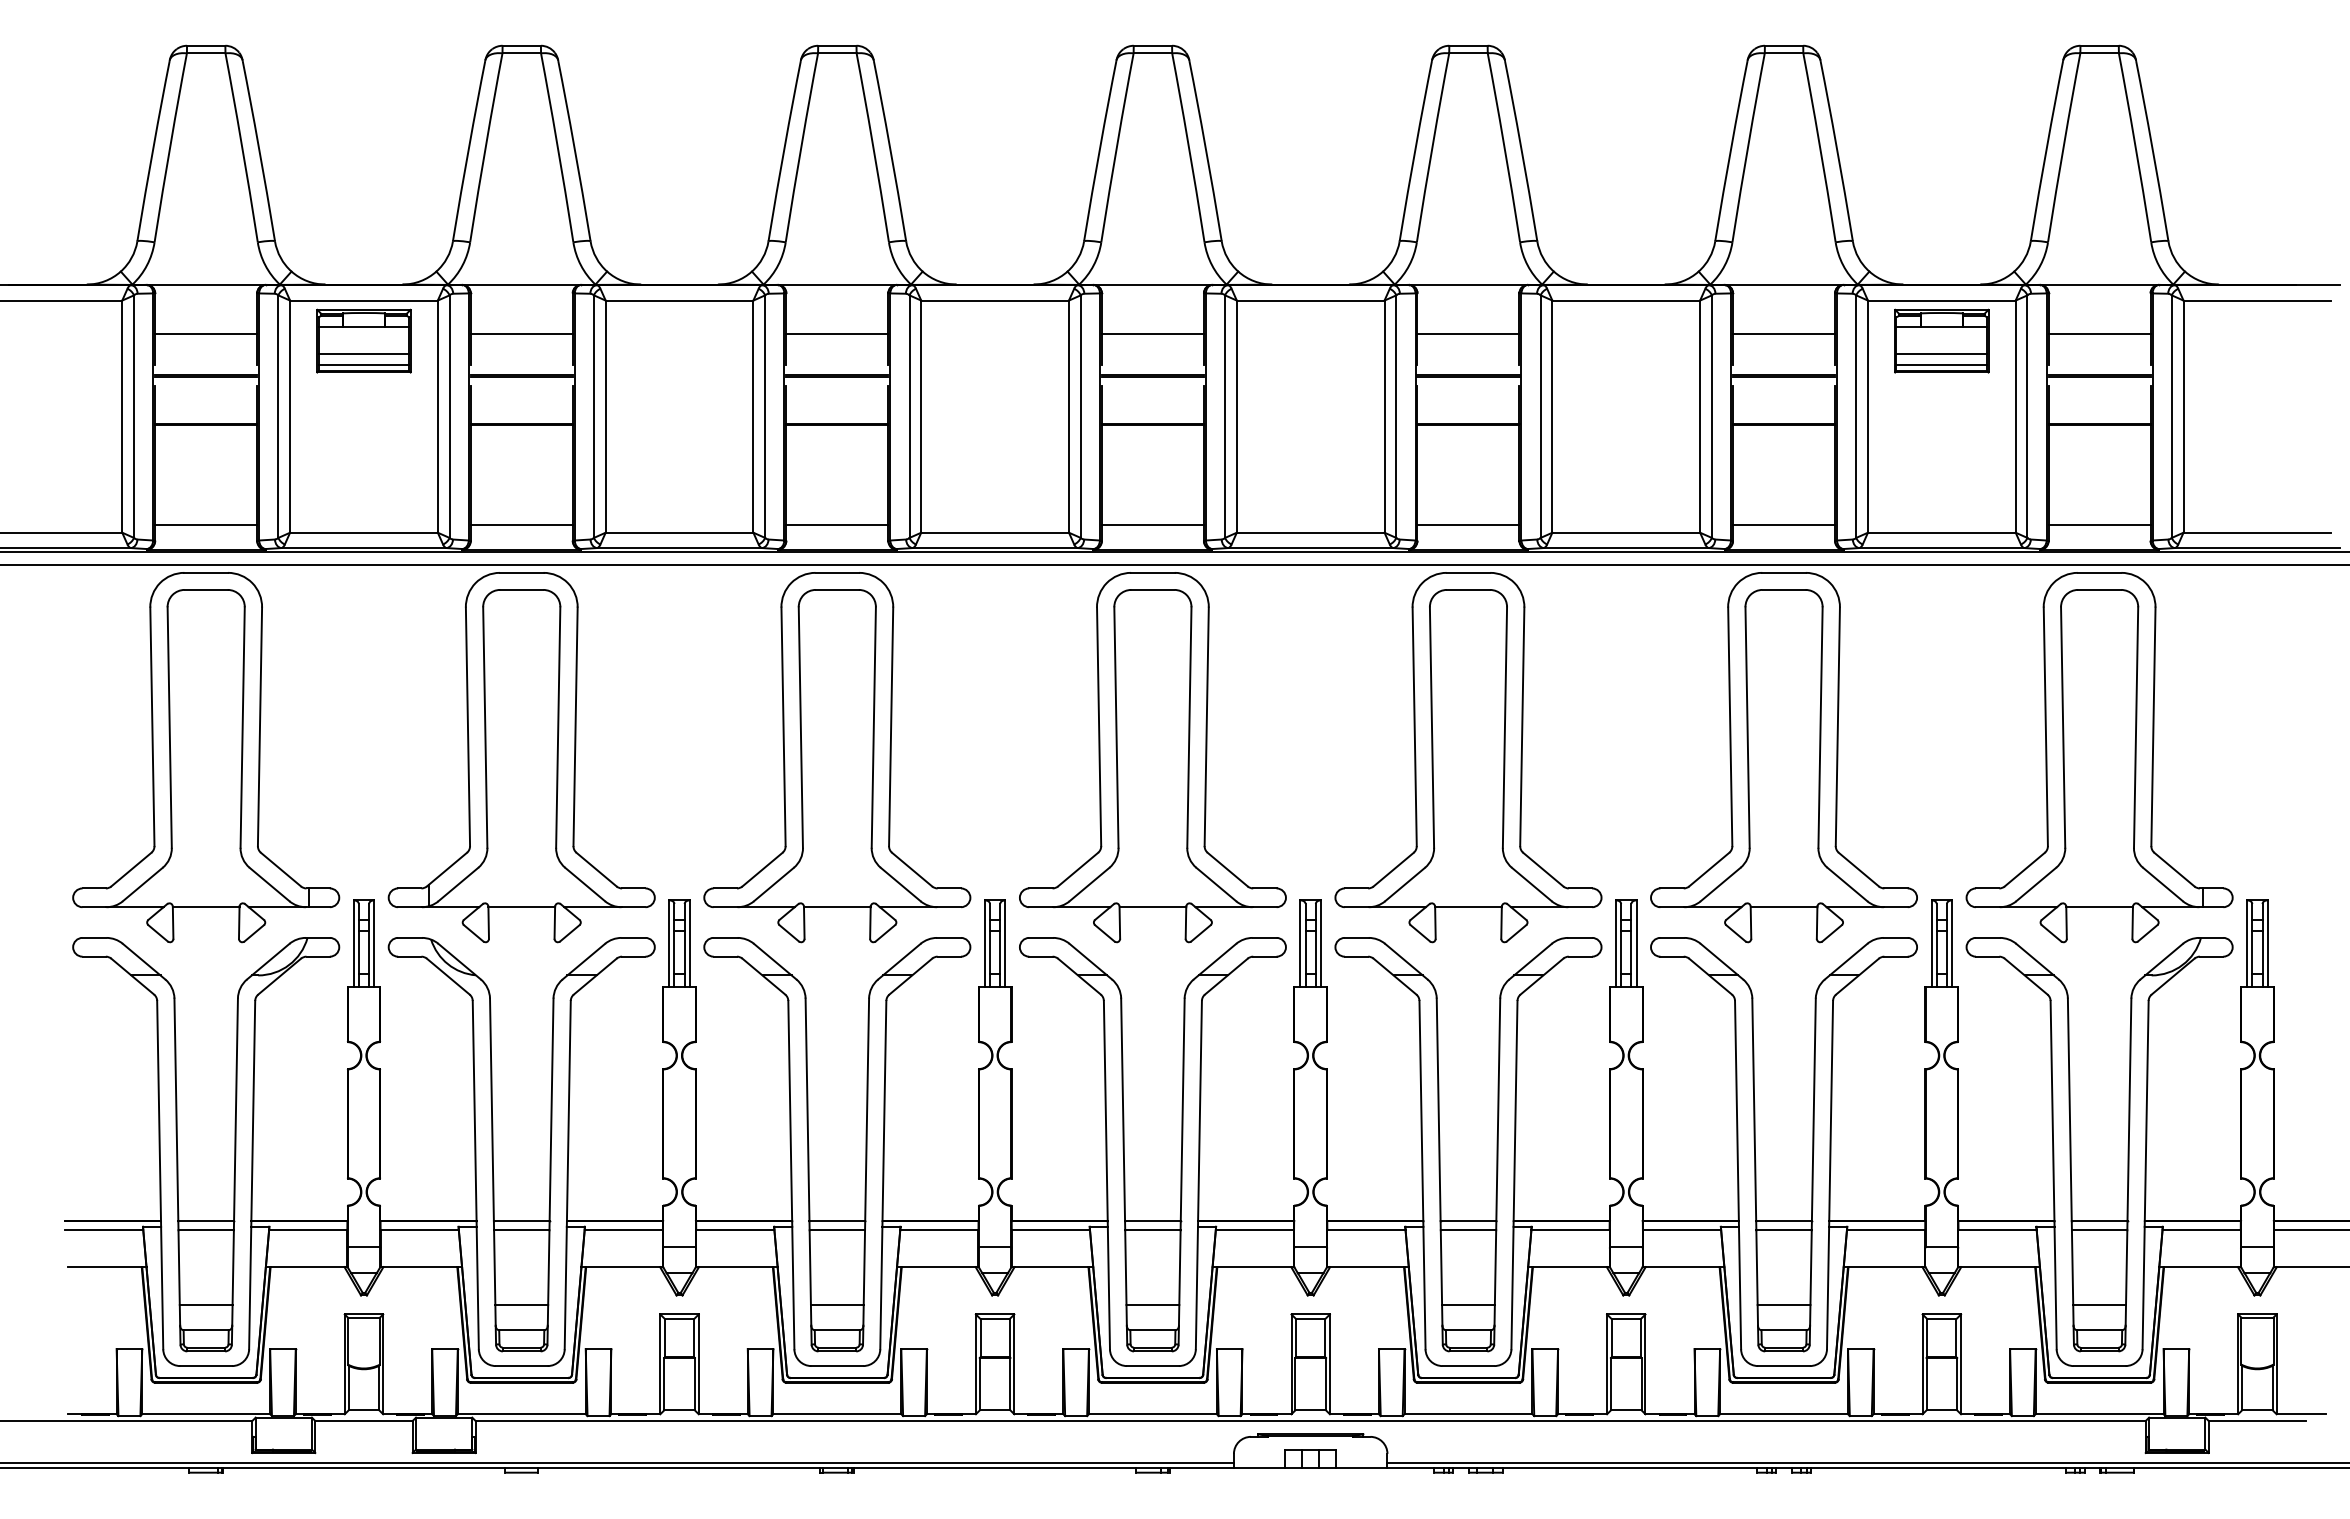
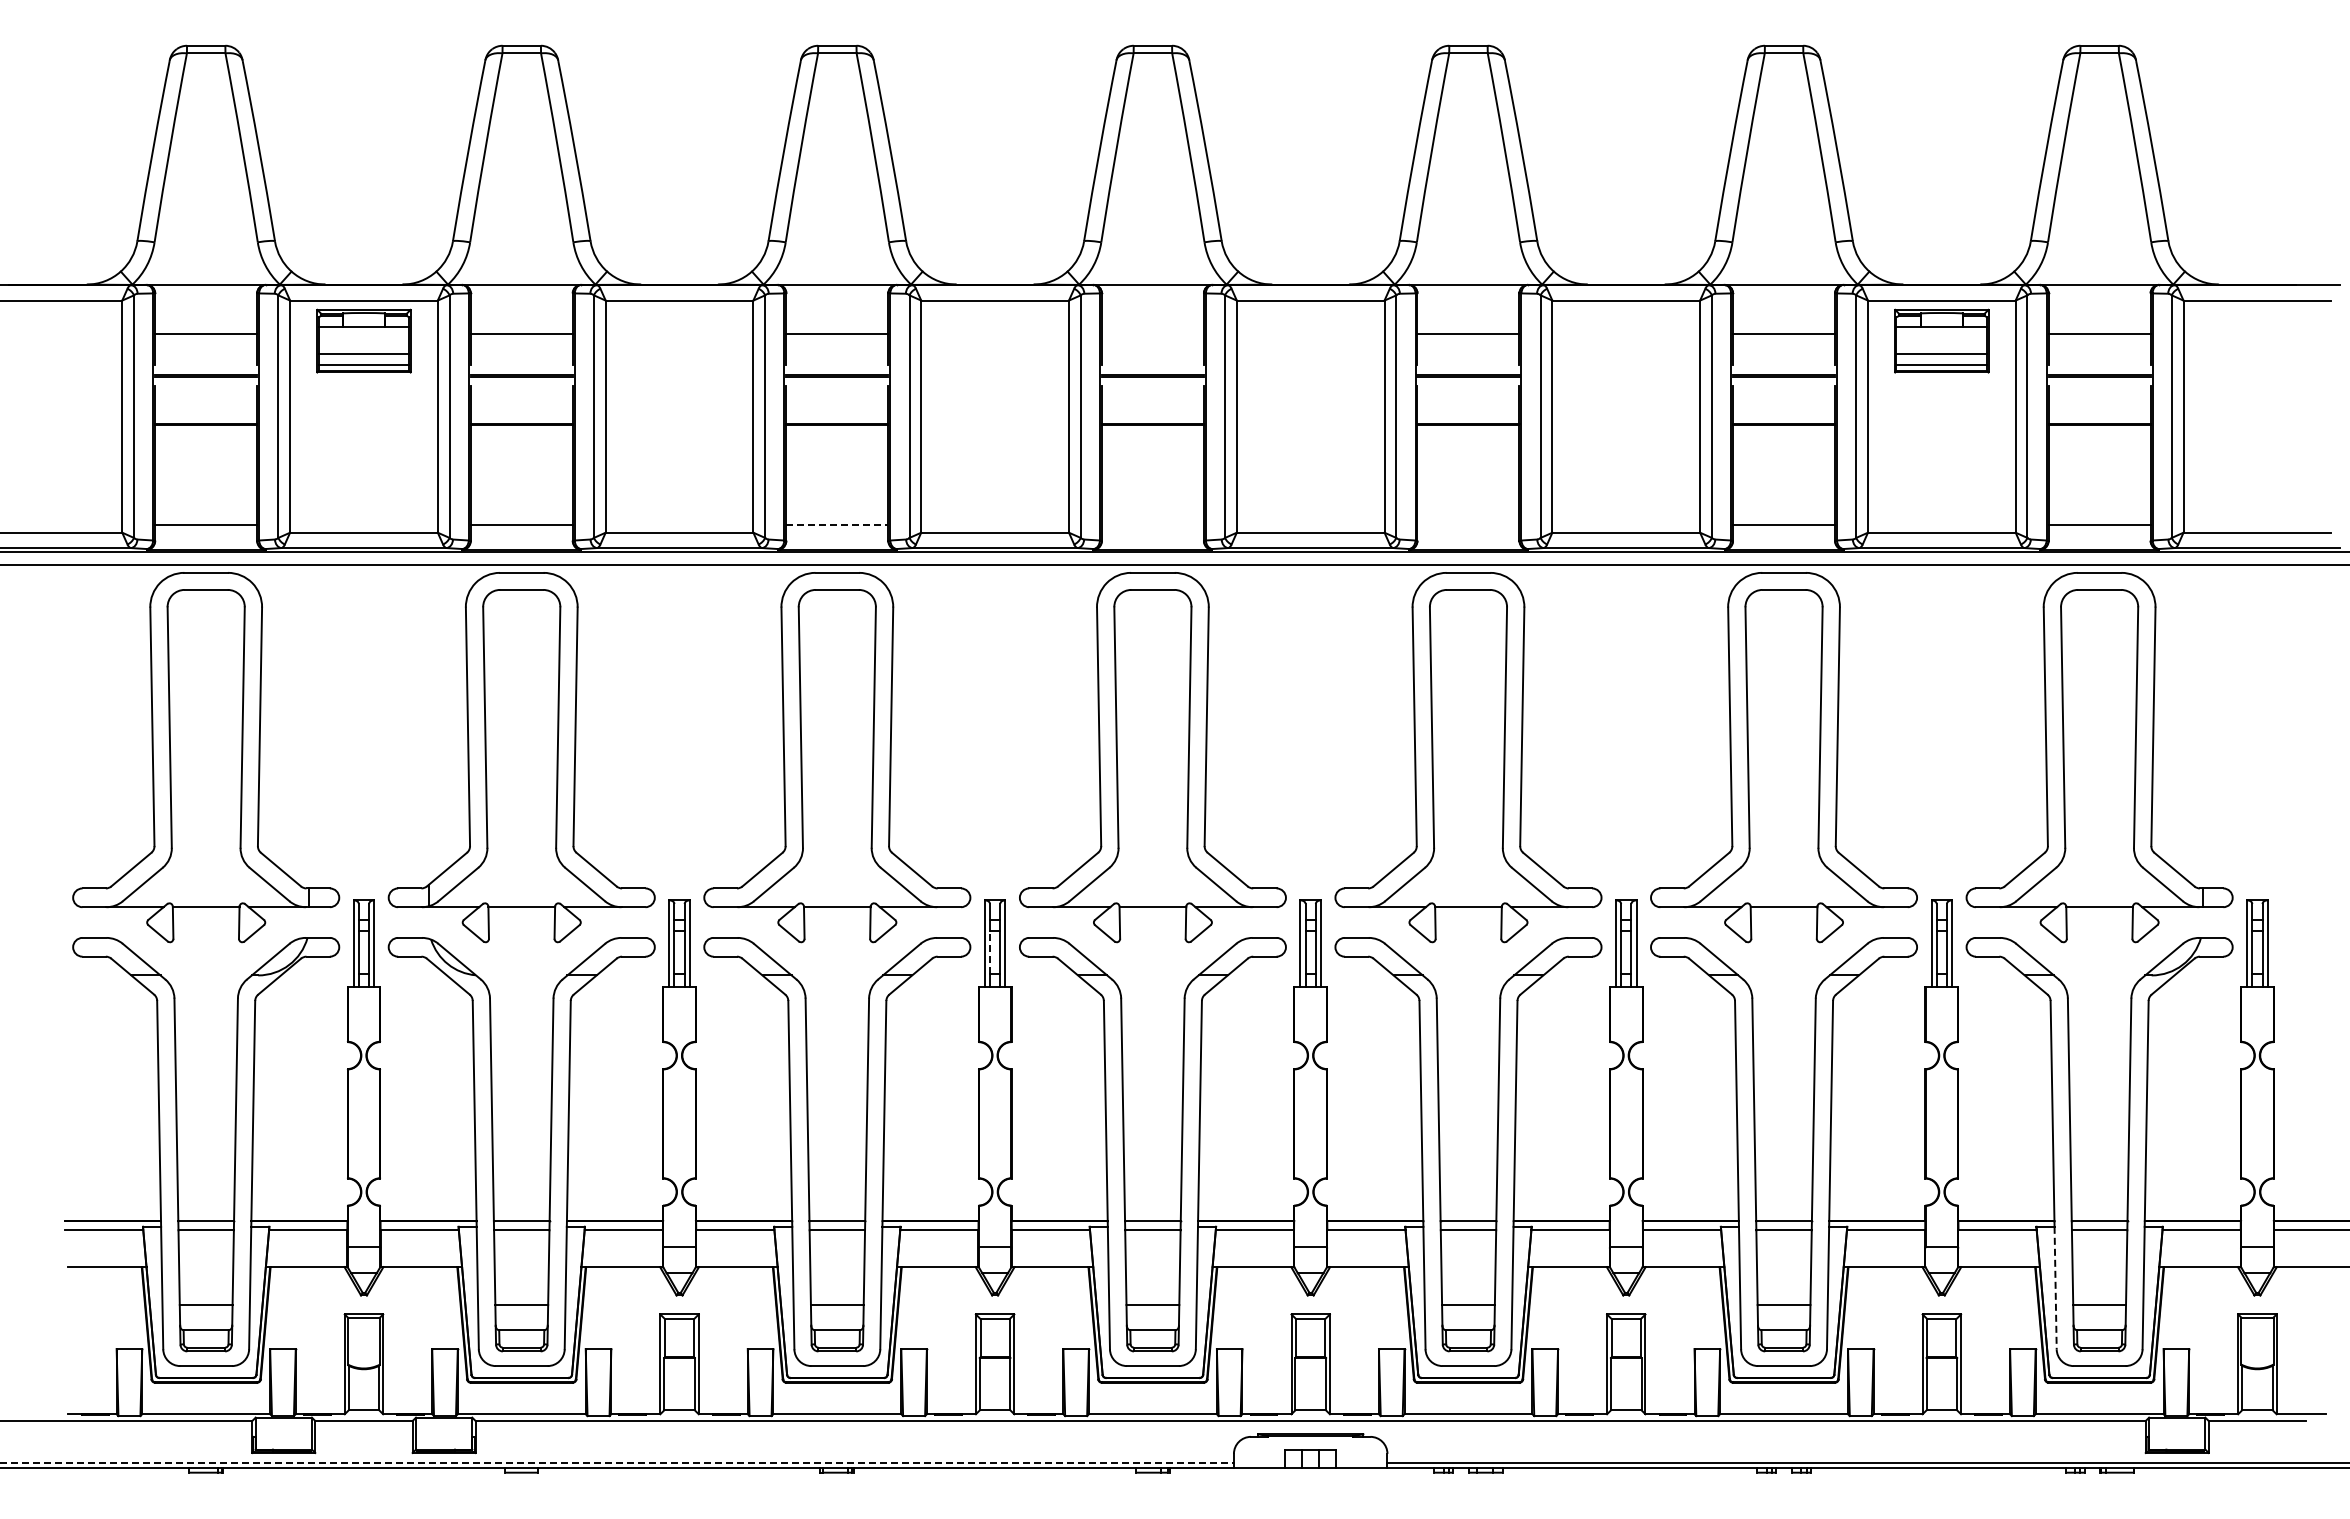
line at (1152, 334): present -> none
line at (837, 524): solid -> dashed
line at (1152, 524): present -> none
line at (1468, 524): present -> none
line at (990, 952): solid -> dashed
line at (2055, 1288): solid -> dashed
line at (616, 1463): solid -> dashed
